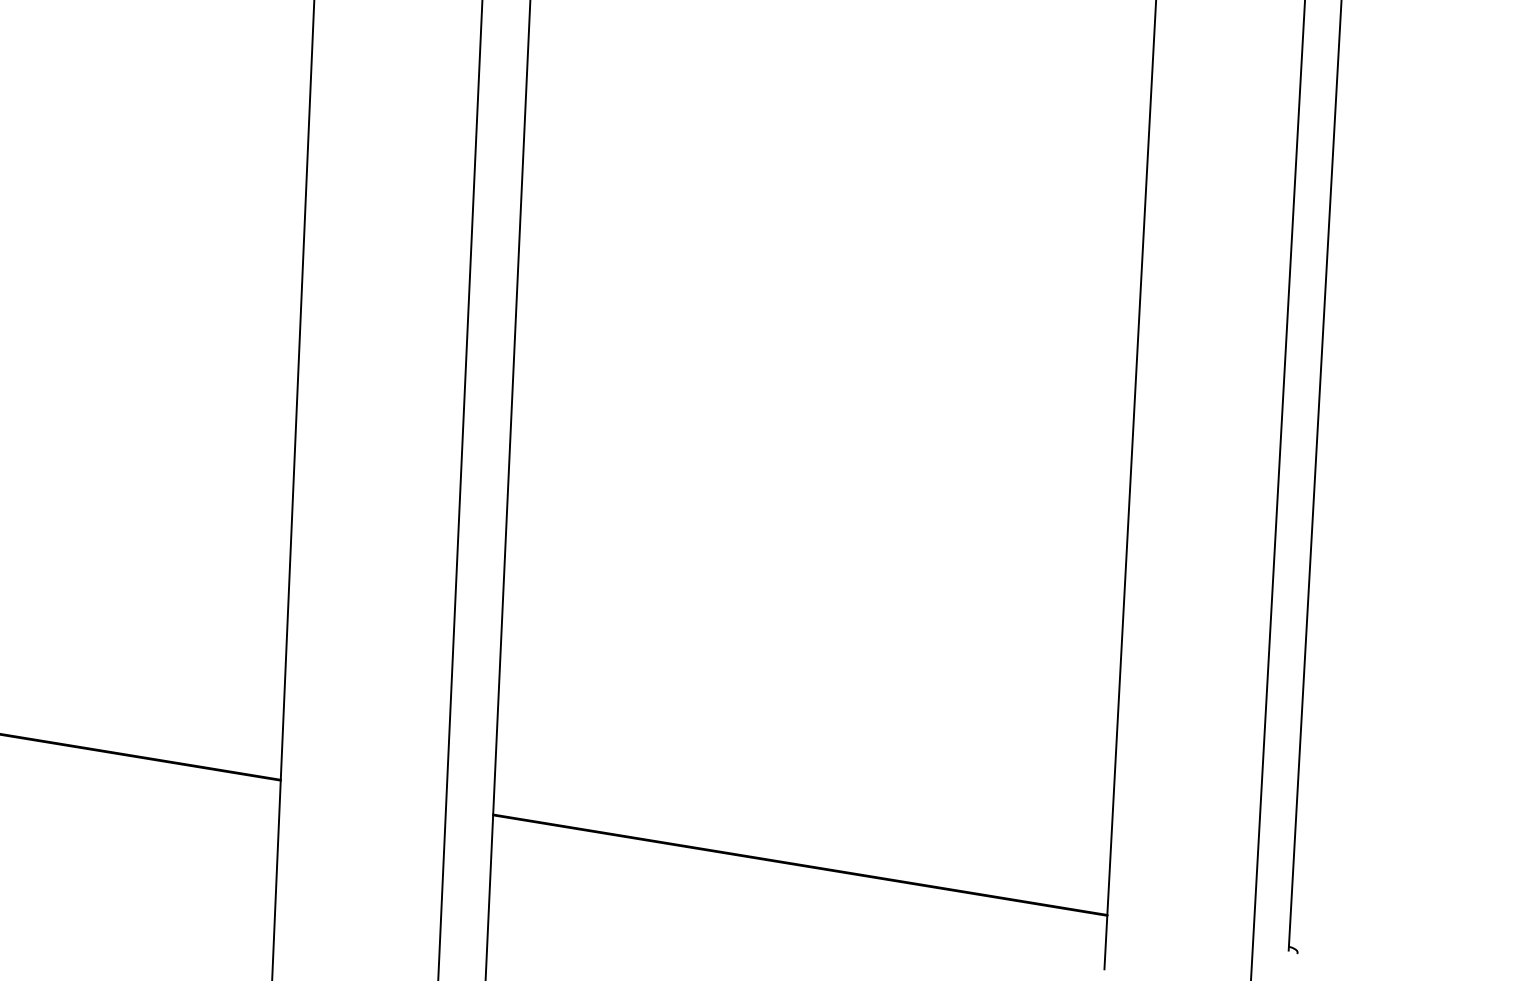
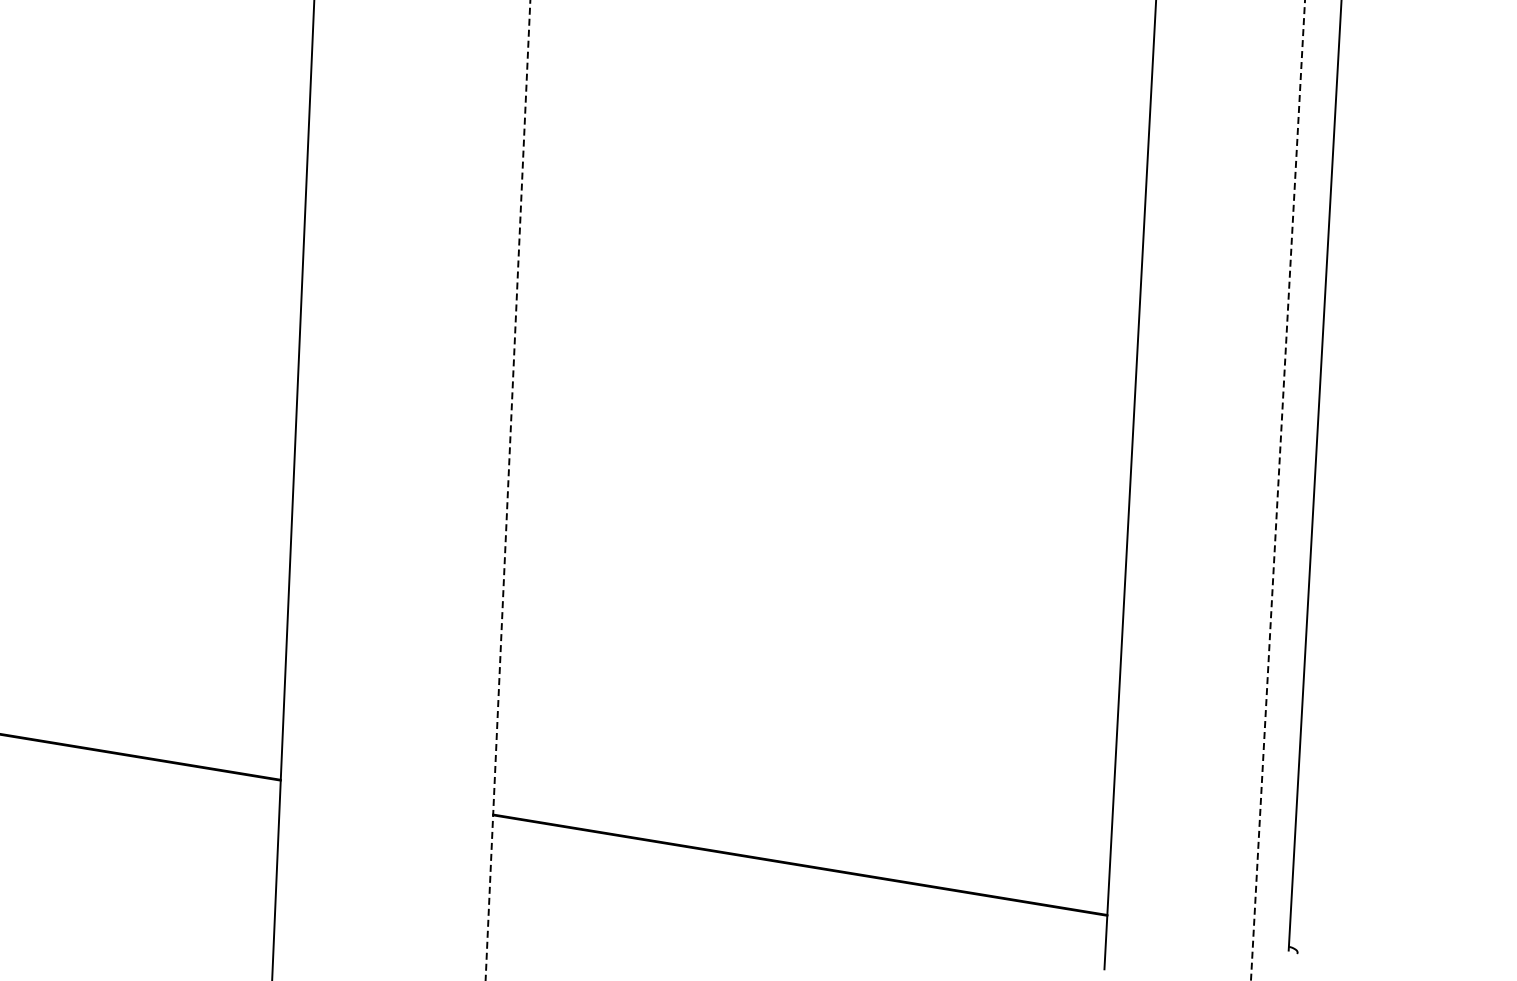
line at (460, 489): present -> none
line at (507, 490): solid -> dashed
line at (1278, 490): solid -> dashed
